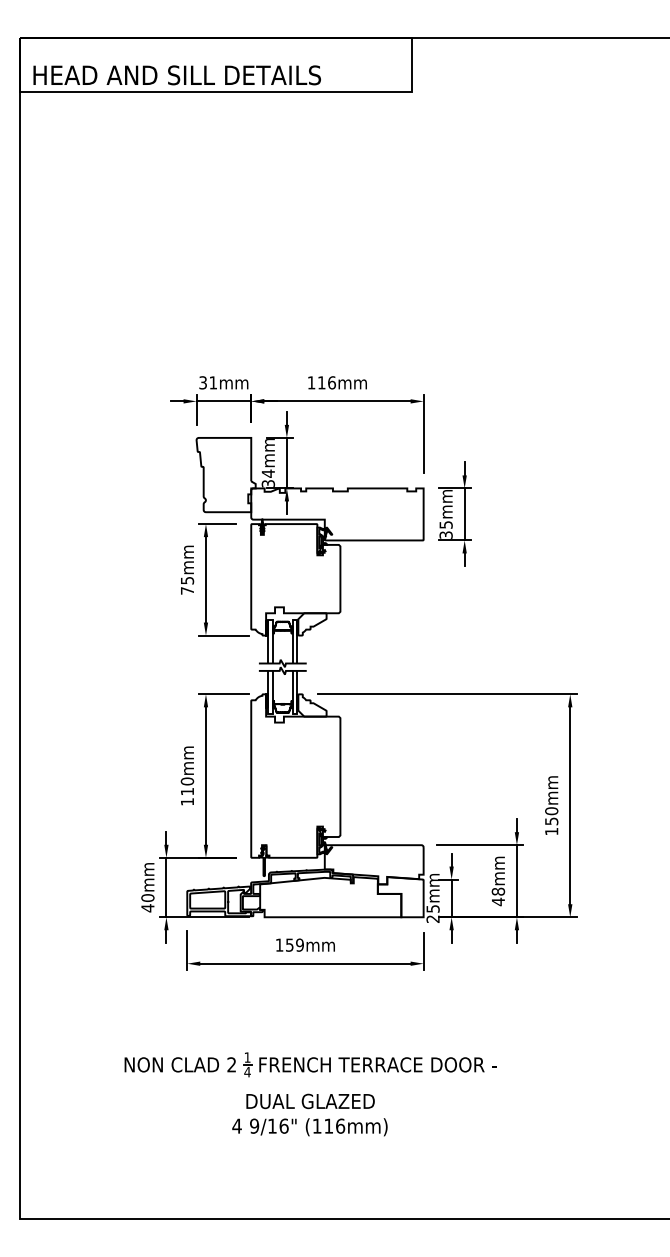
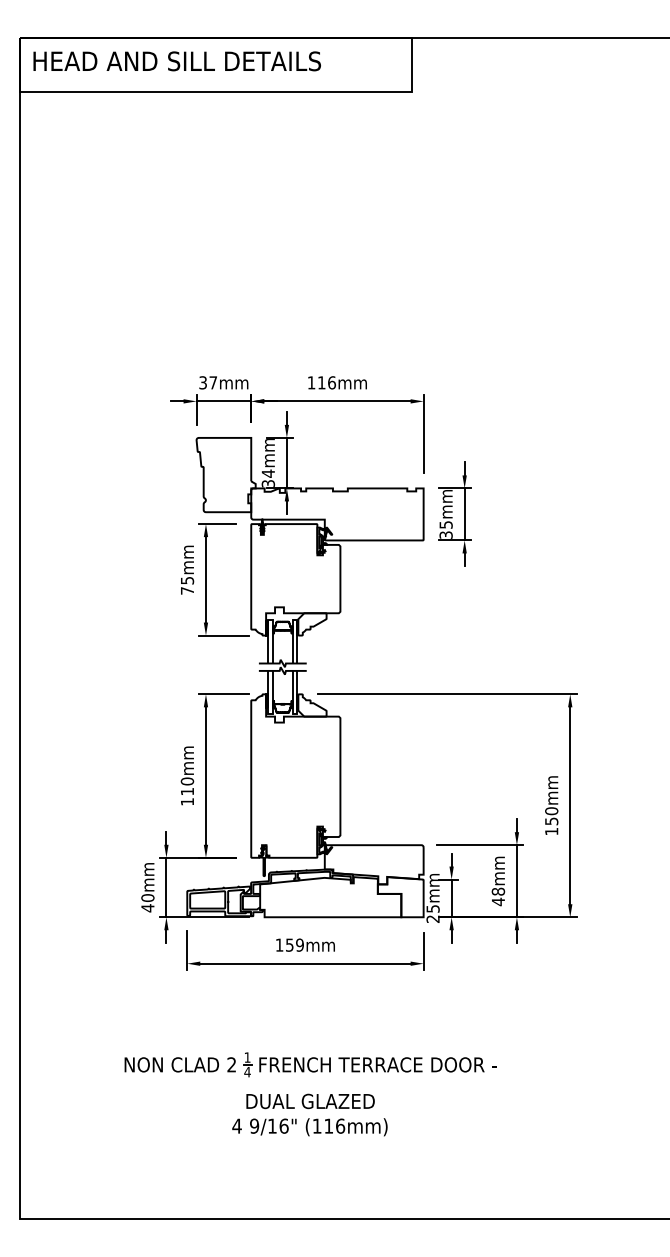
text at (176, 75) position: (176, 75) -> (176, 61)
text at (212, 382): 31mm -> 37mm
